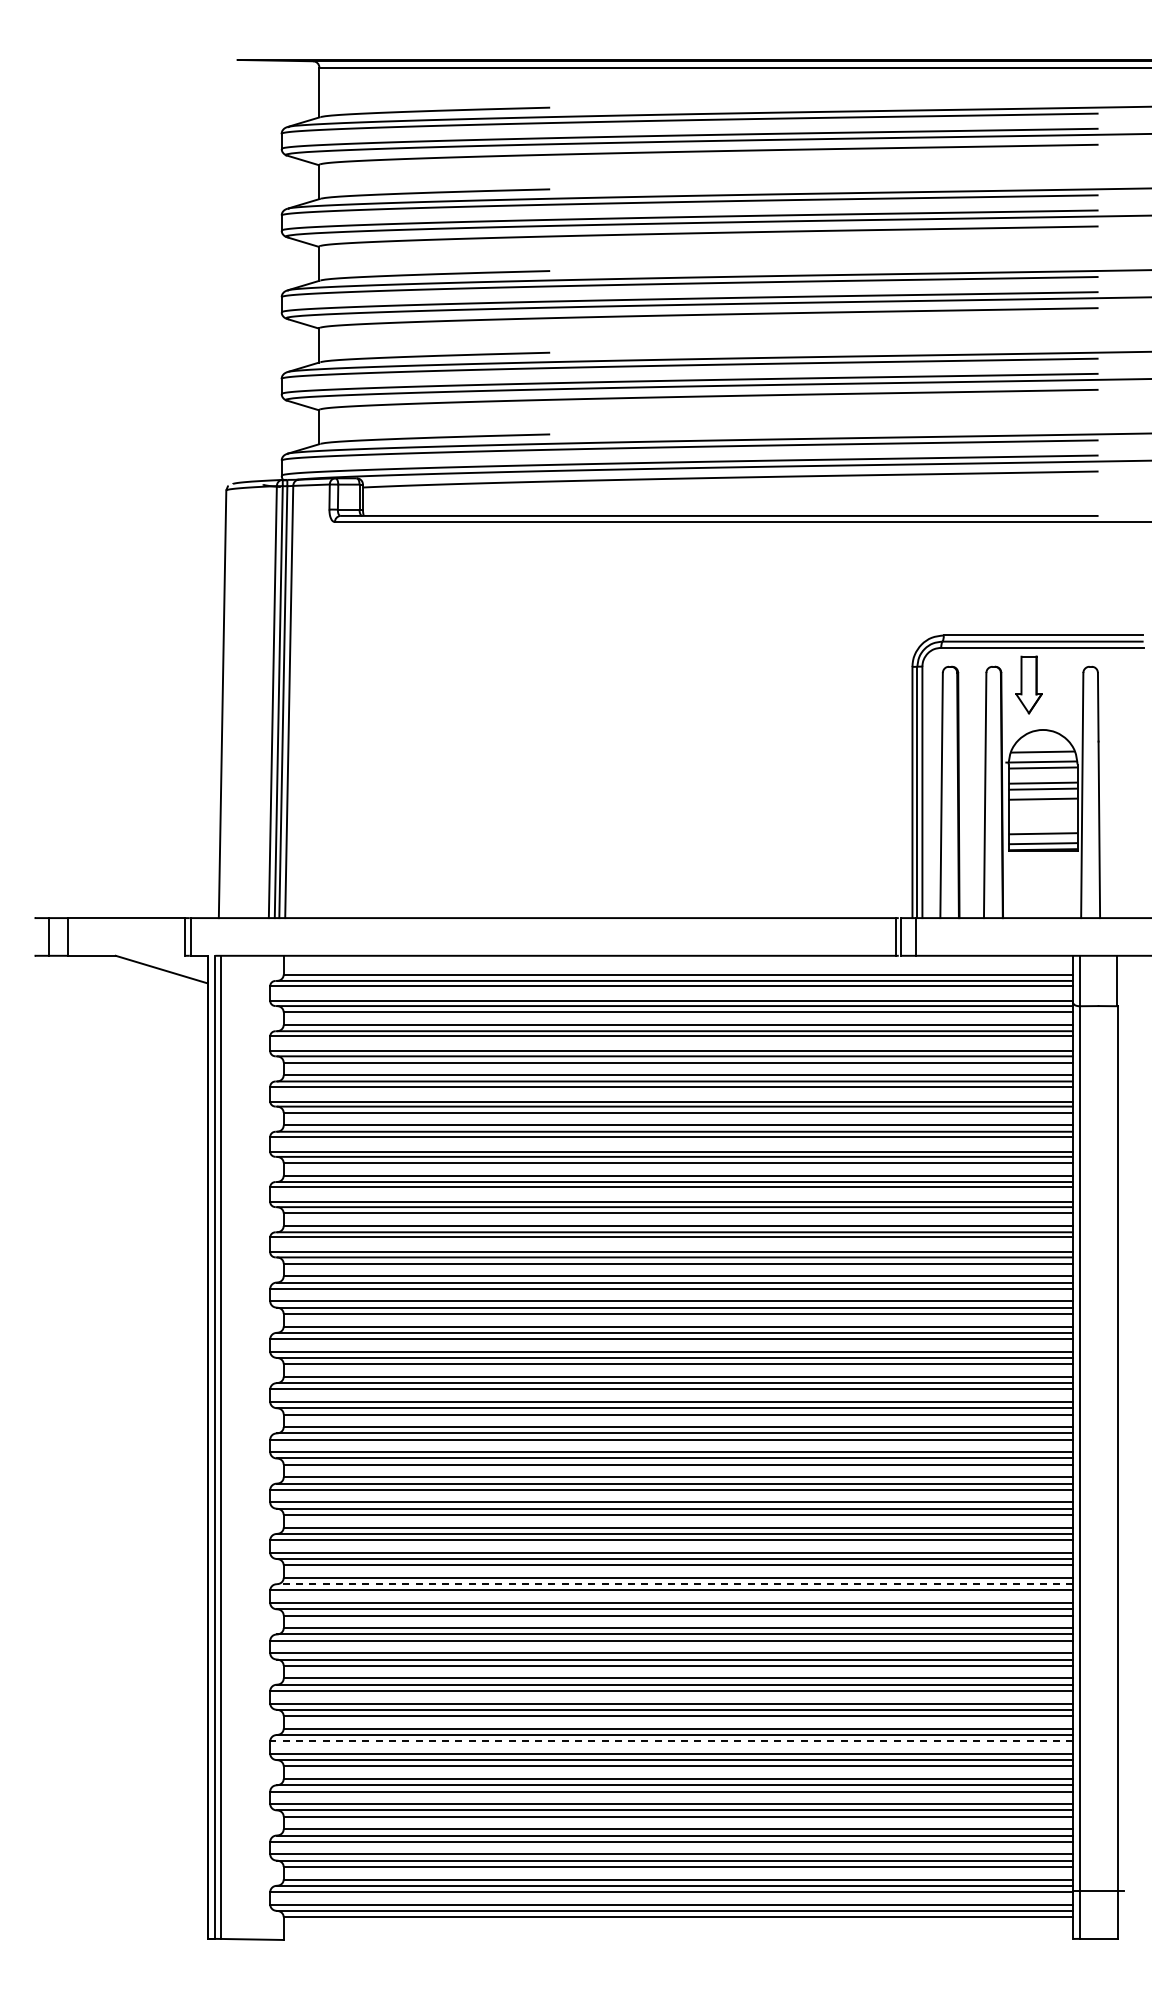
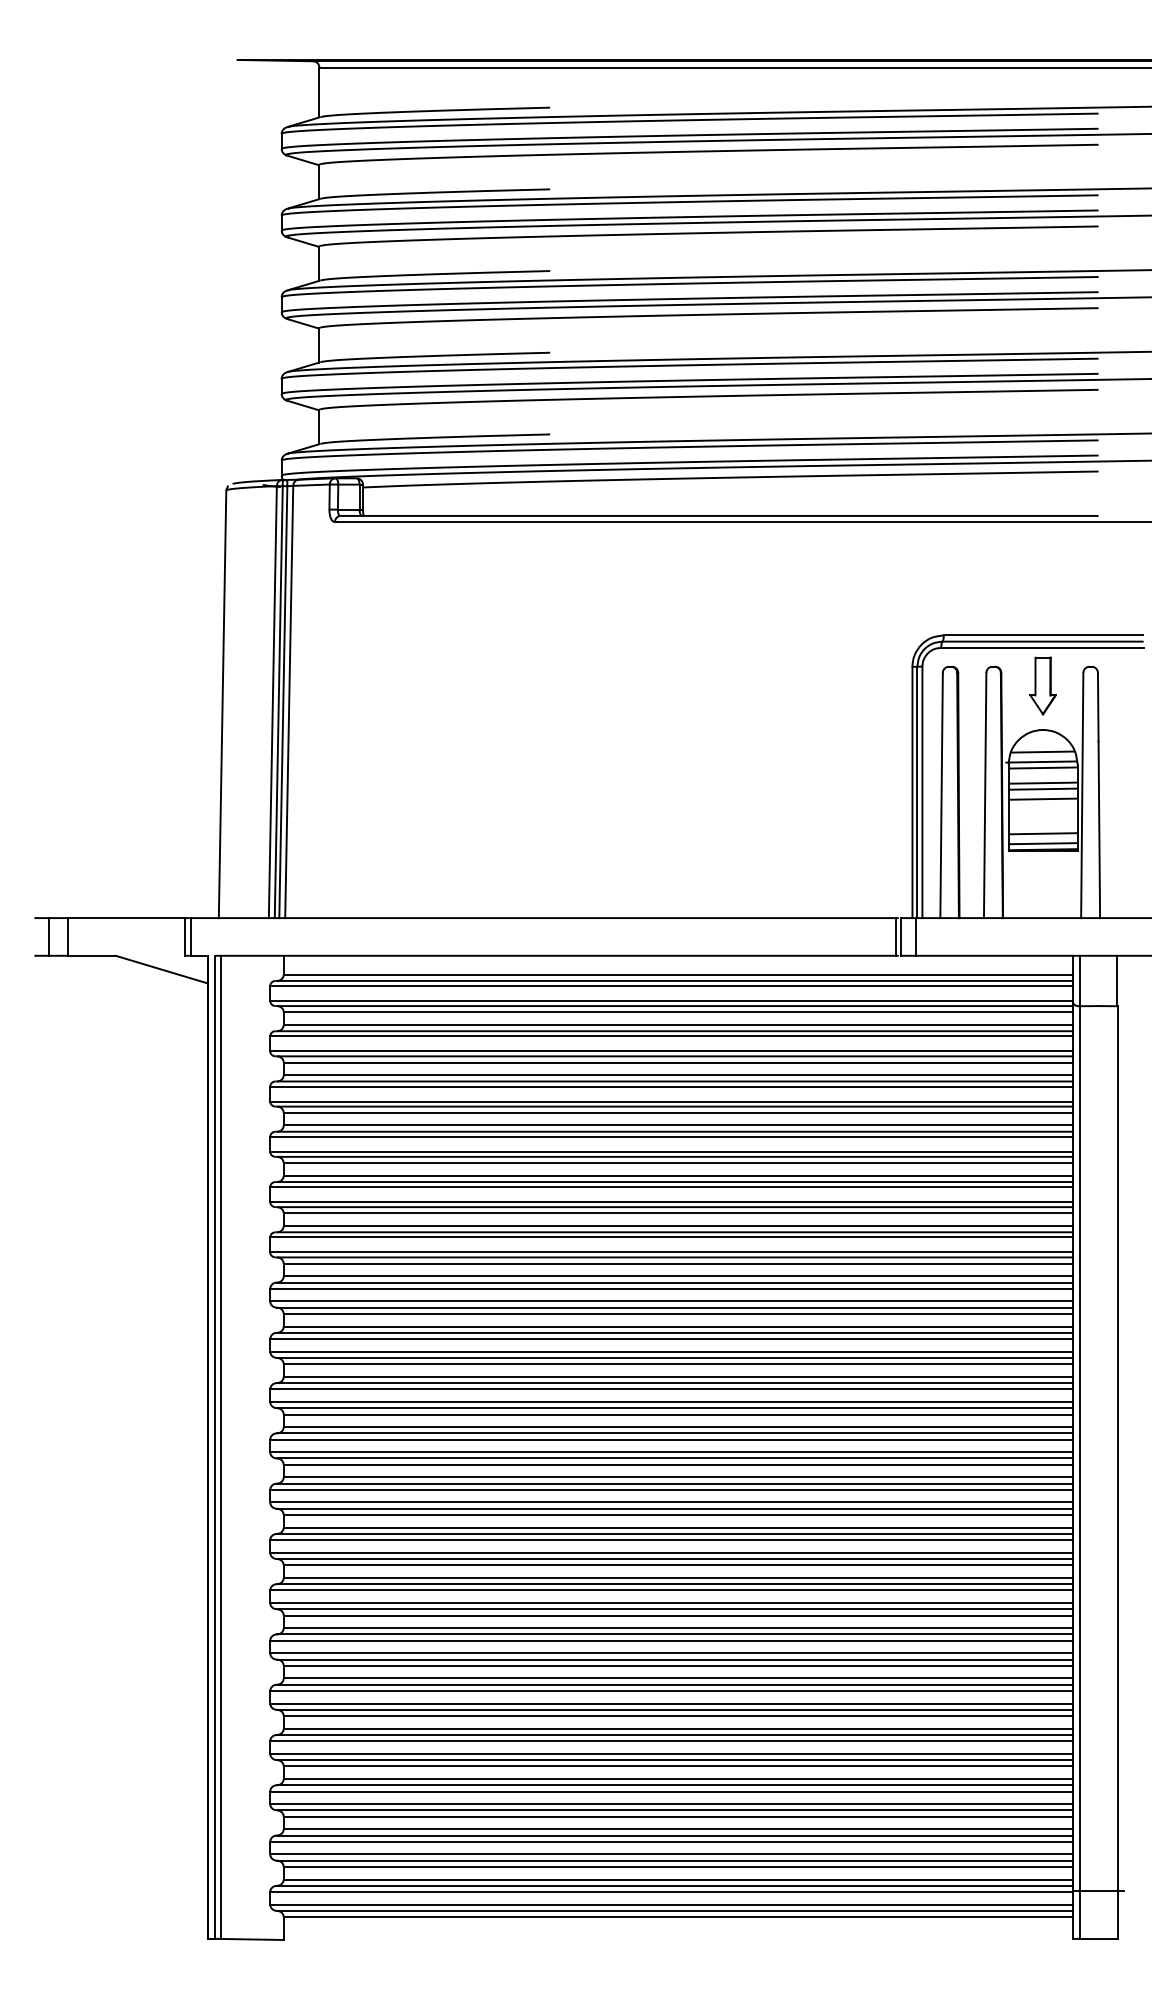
part at (1028, 684) position: (1028, 684) -> (1042, 685)
line at (674, 1584): dashed -> solid
line at (671, 1741): dashed -> solid
